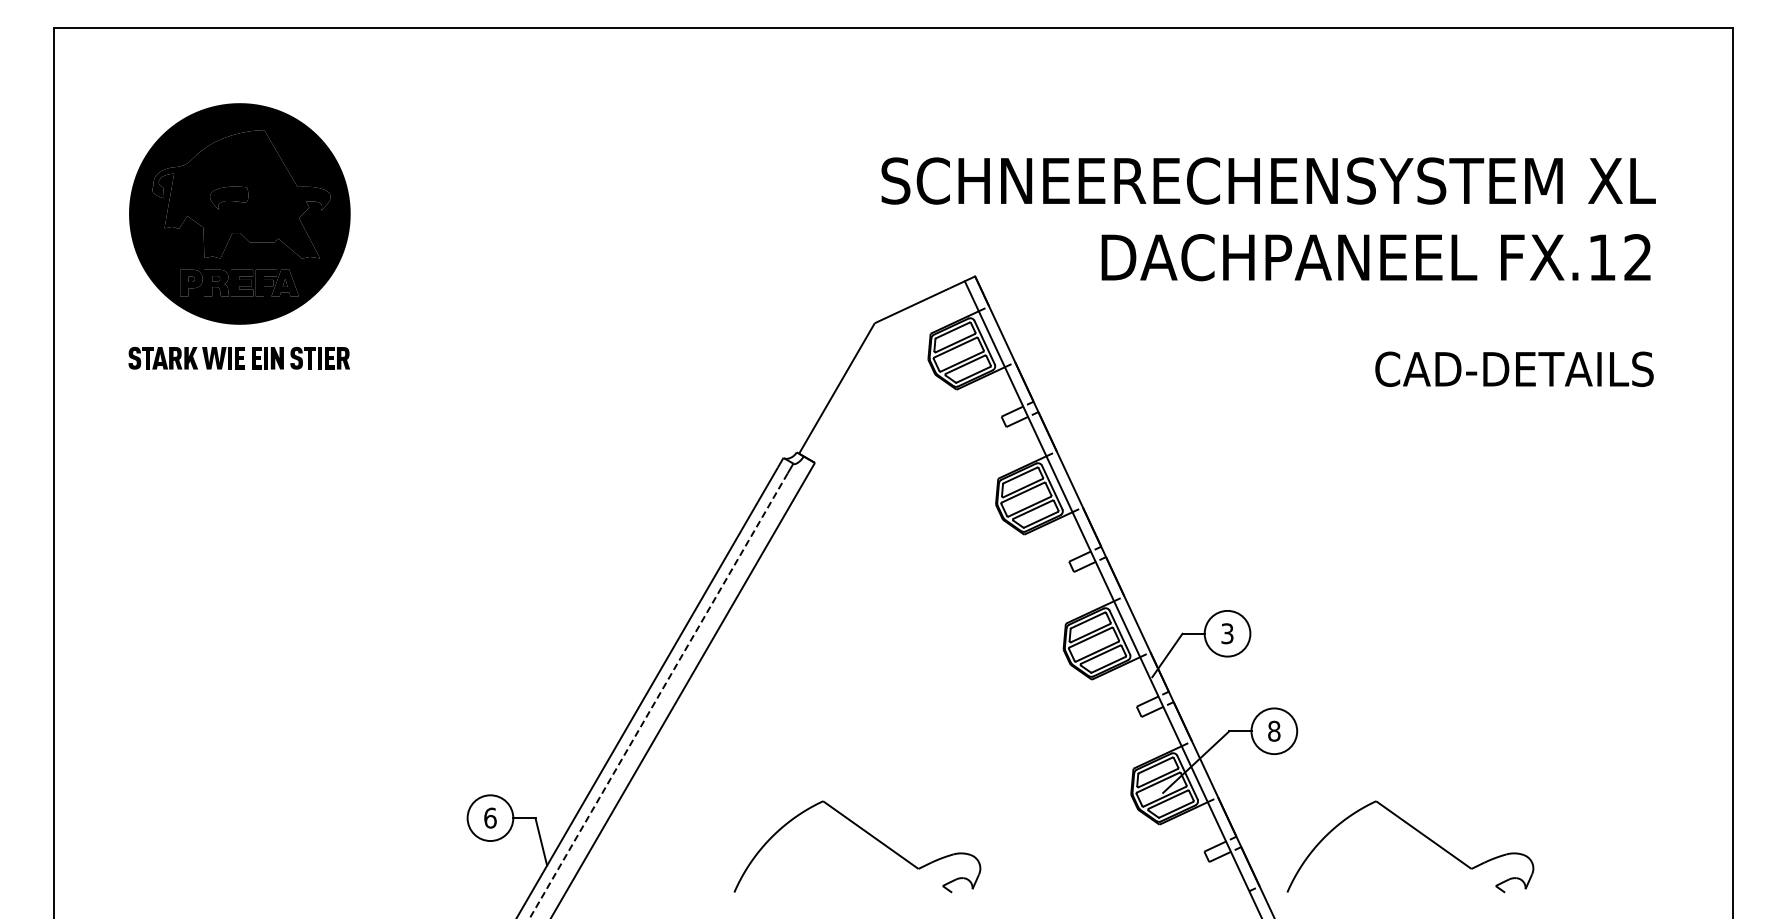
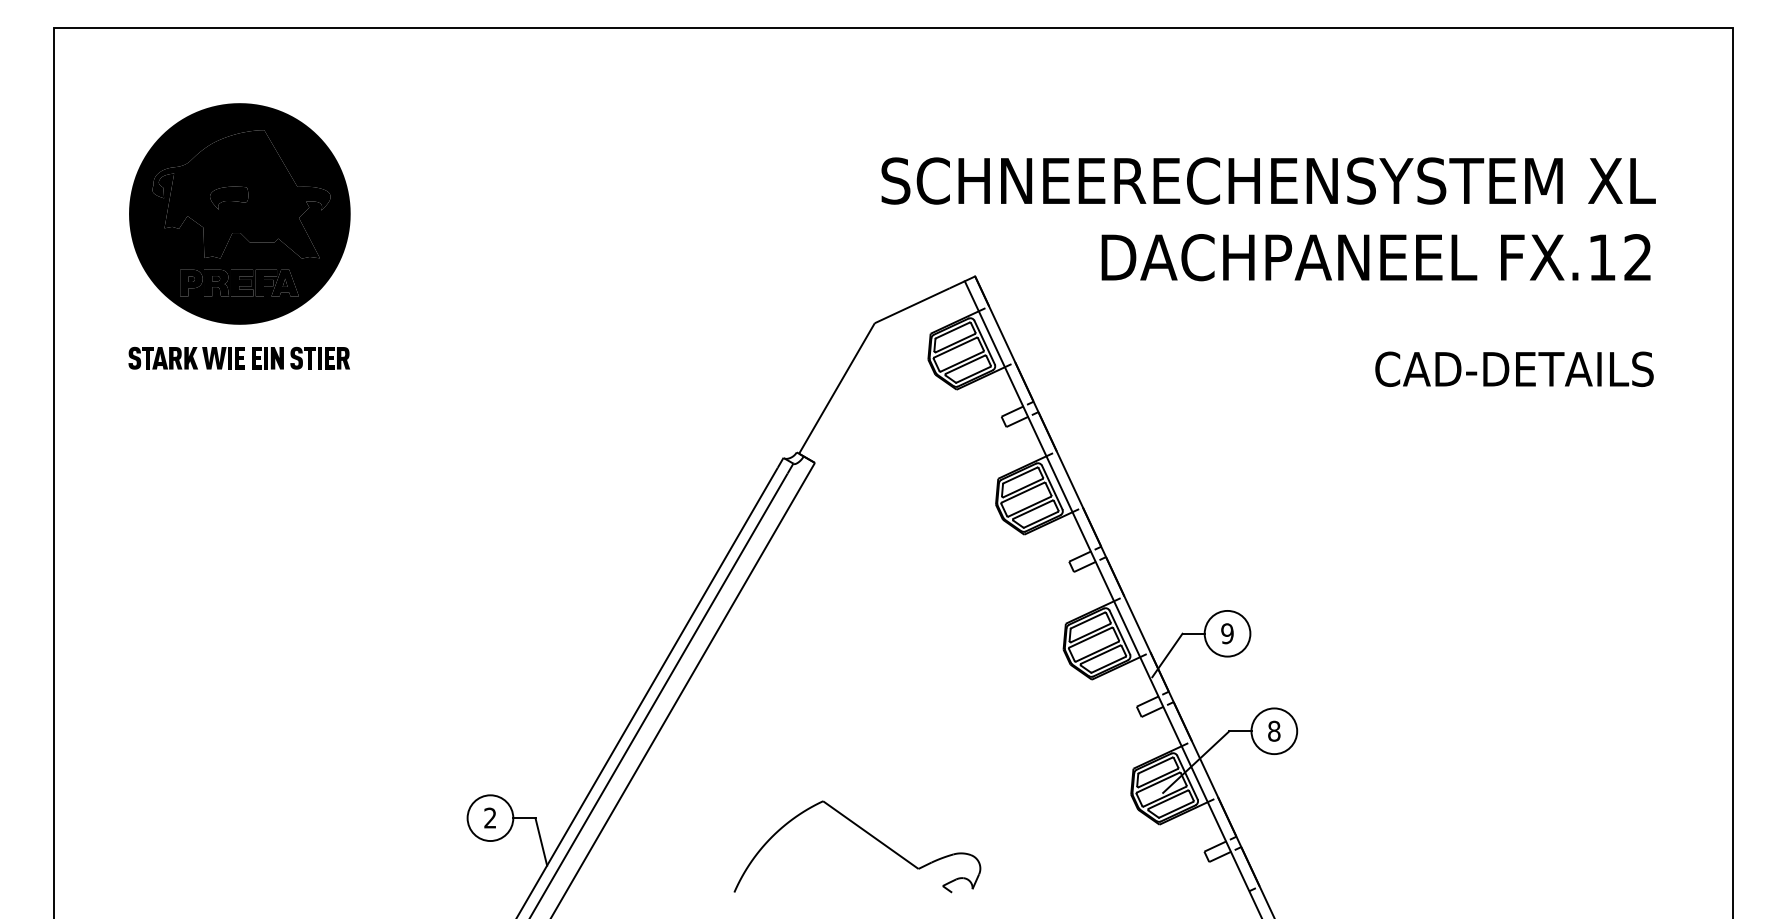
text at (1227, 633): 3 -> 9
line at (658, 696): dashed -> solid
text at (490, 817): 6 -> 2
part at (1419, 833): present -> none
